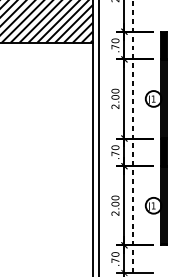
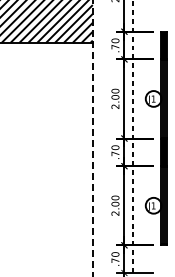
line at (98, 137): present -> none
line at (92, 138): solid -> dashed
